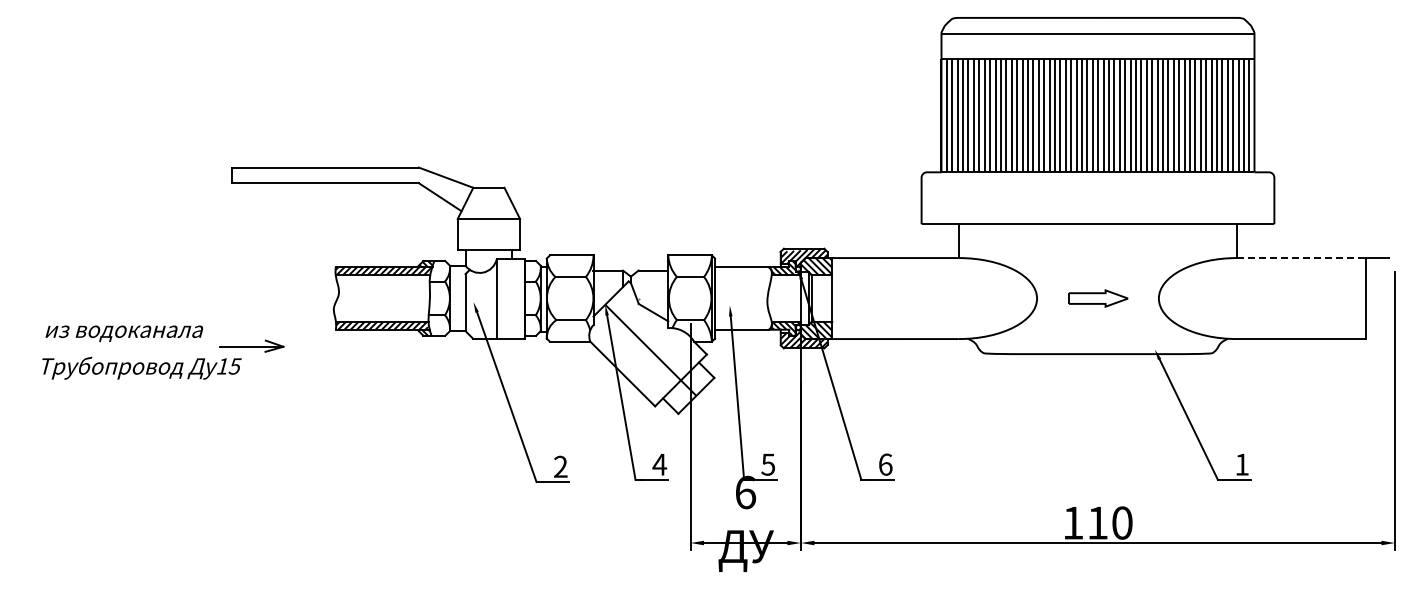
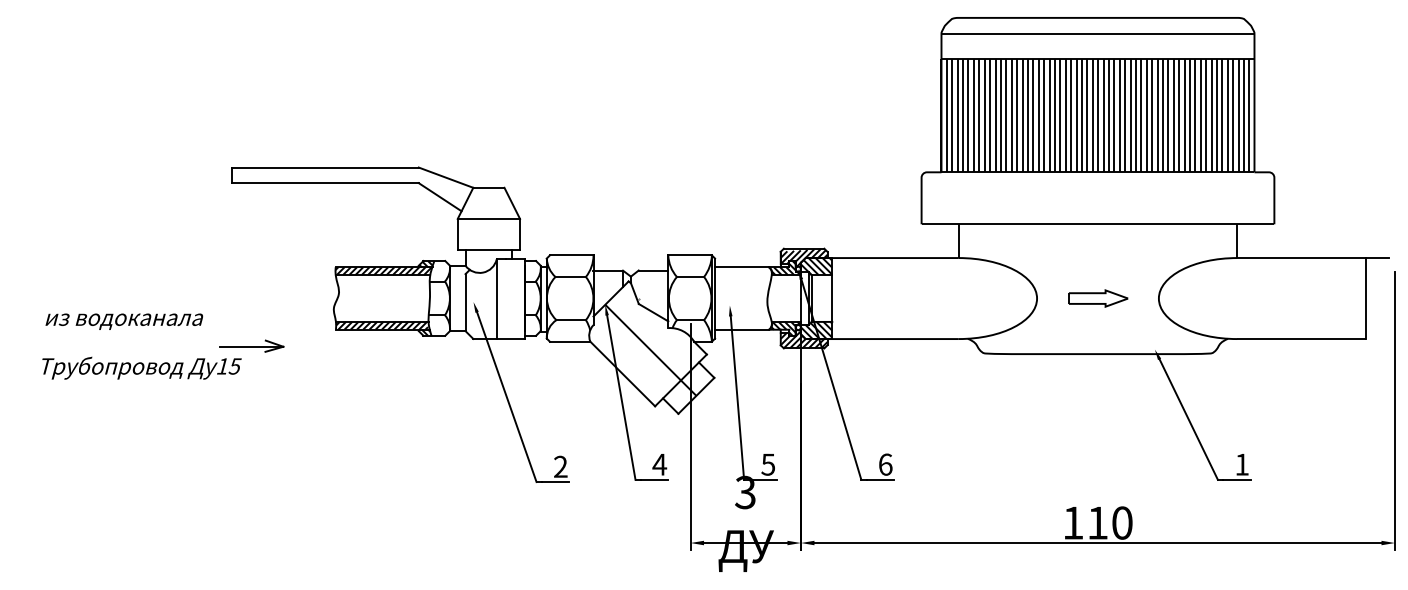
line at (1301, 258): dashed -> solid
text at (124, 333) position: (124, 333) -> (124, 321)
text at (745, 492): 6 -> 3
